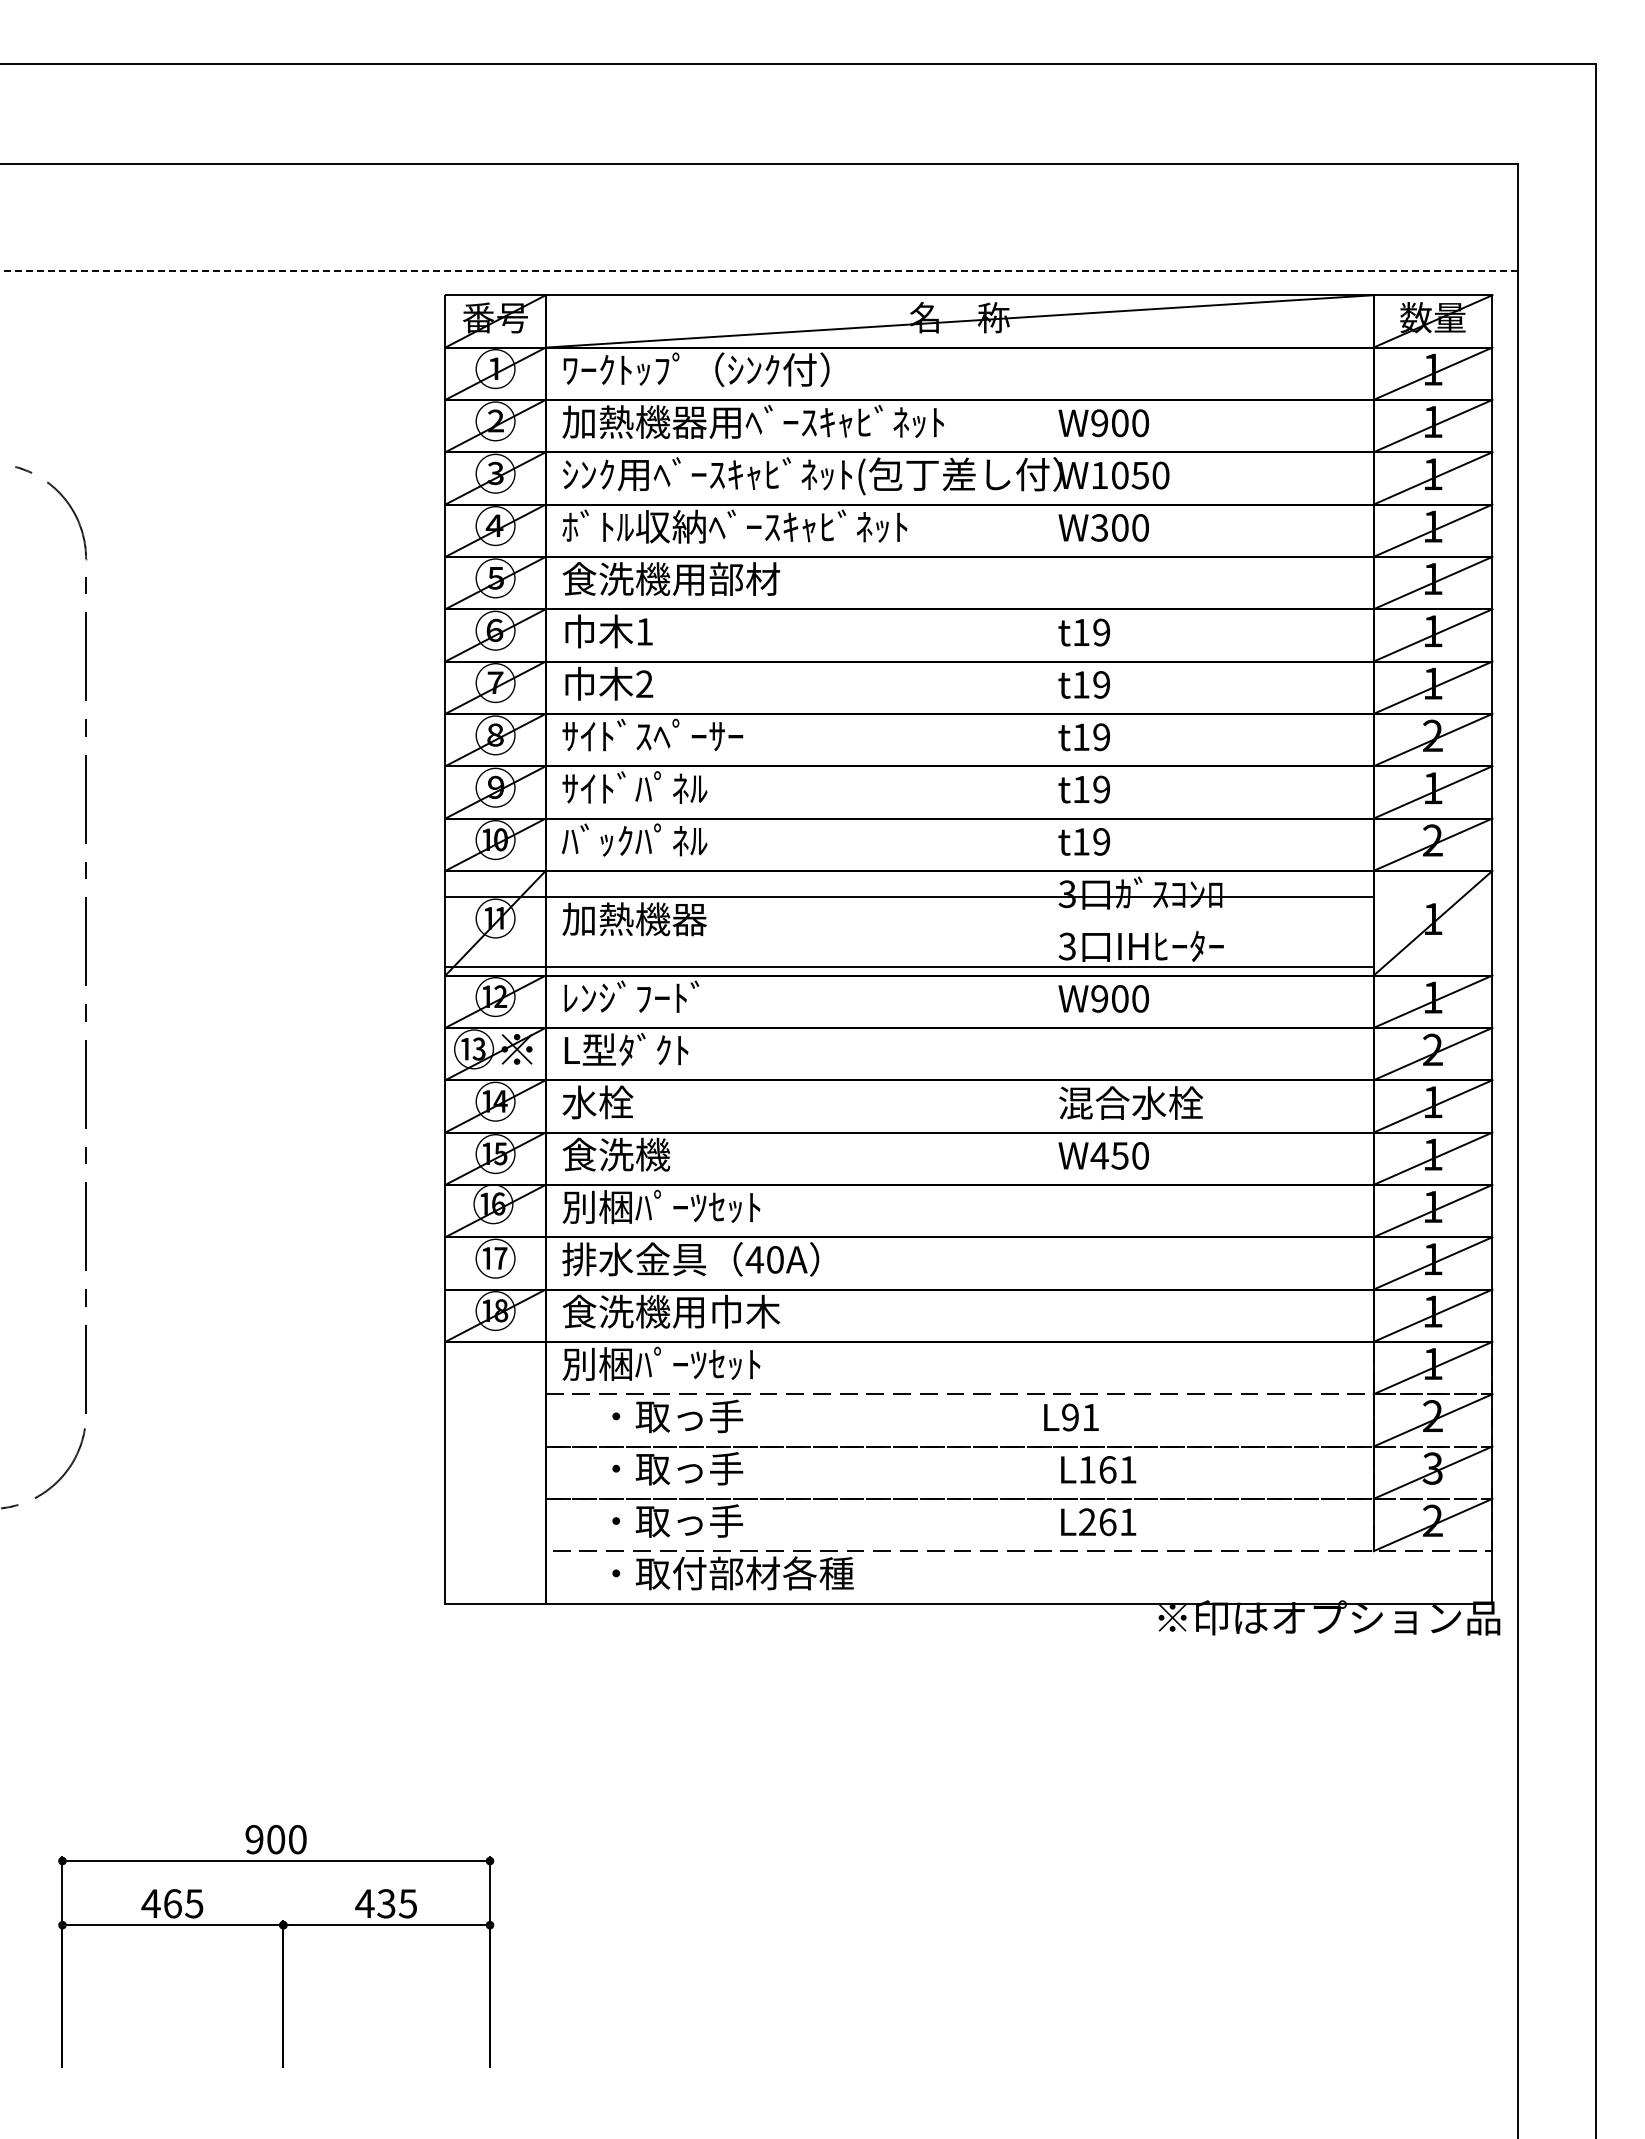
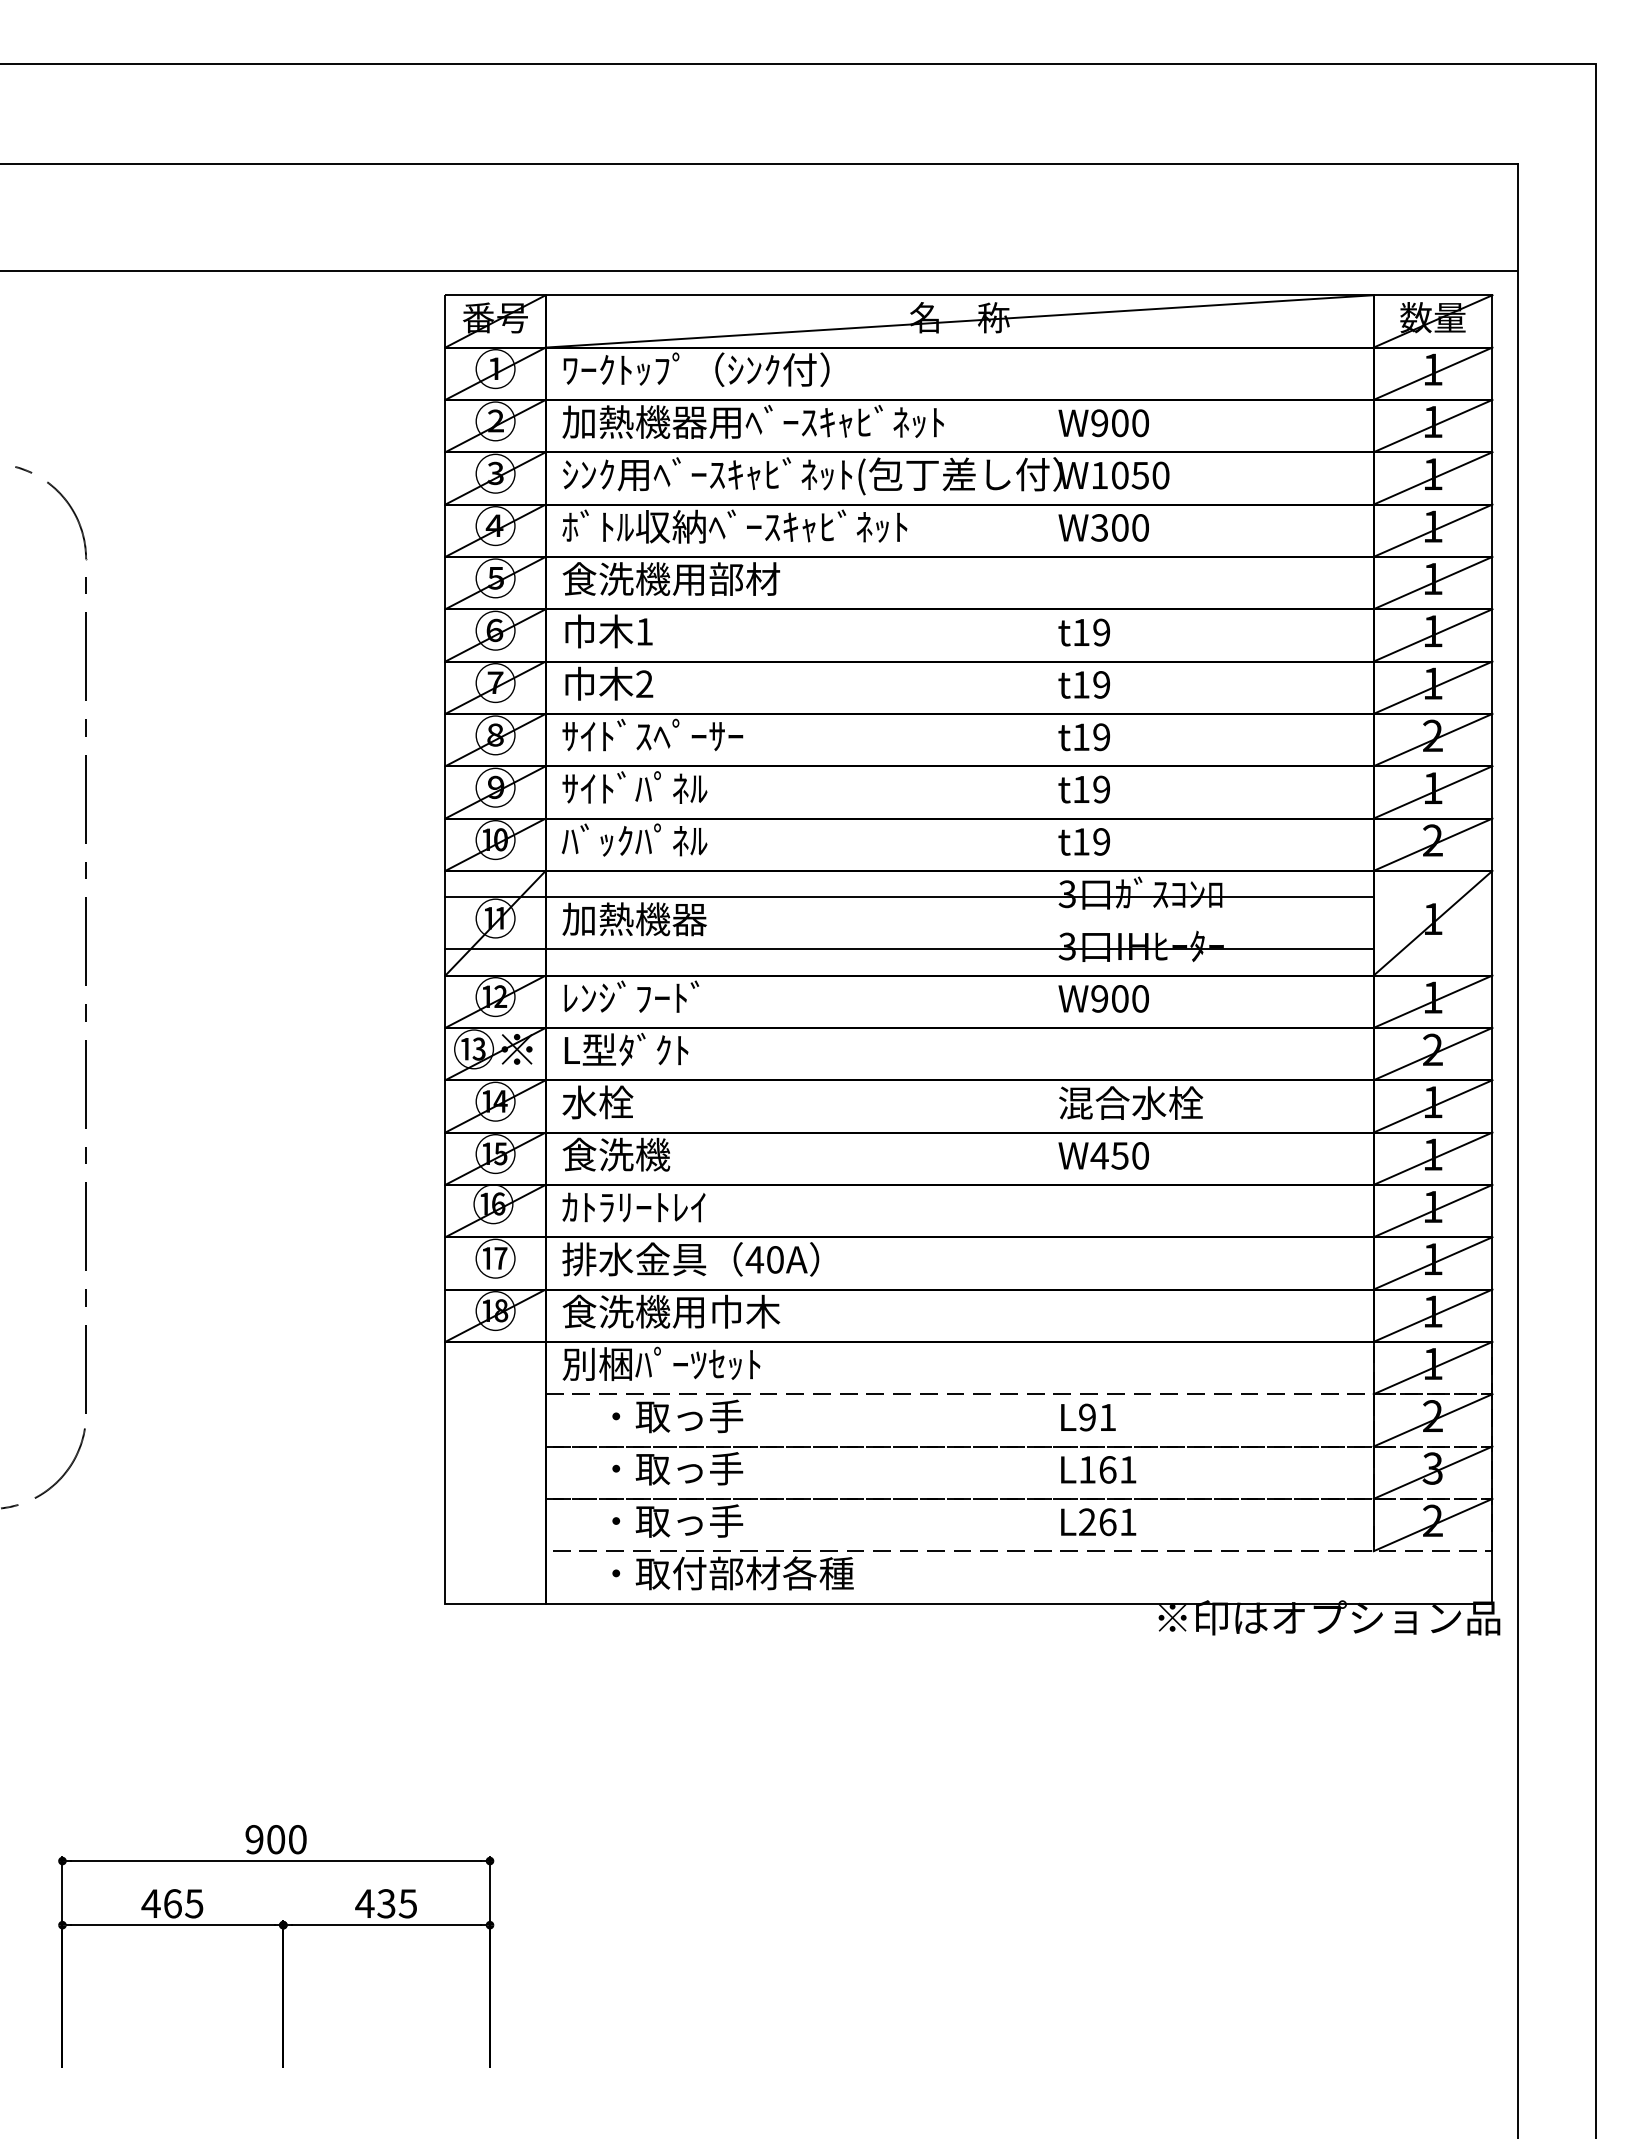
line at (759, 271): dashed -> solid
line at (909, 967) position: (909, 967) -> (909, 949)
text at (661, 1206): 別梱ﾊﾟｰﾂｾｯﾄ -> ｶﾄﾗﾘｰﾄﾚｲ
text at (1071, 1417) position: (1071, 1417) -> (1088, 1417)
